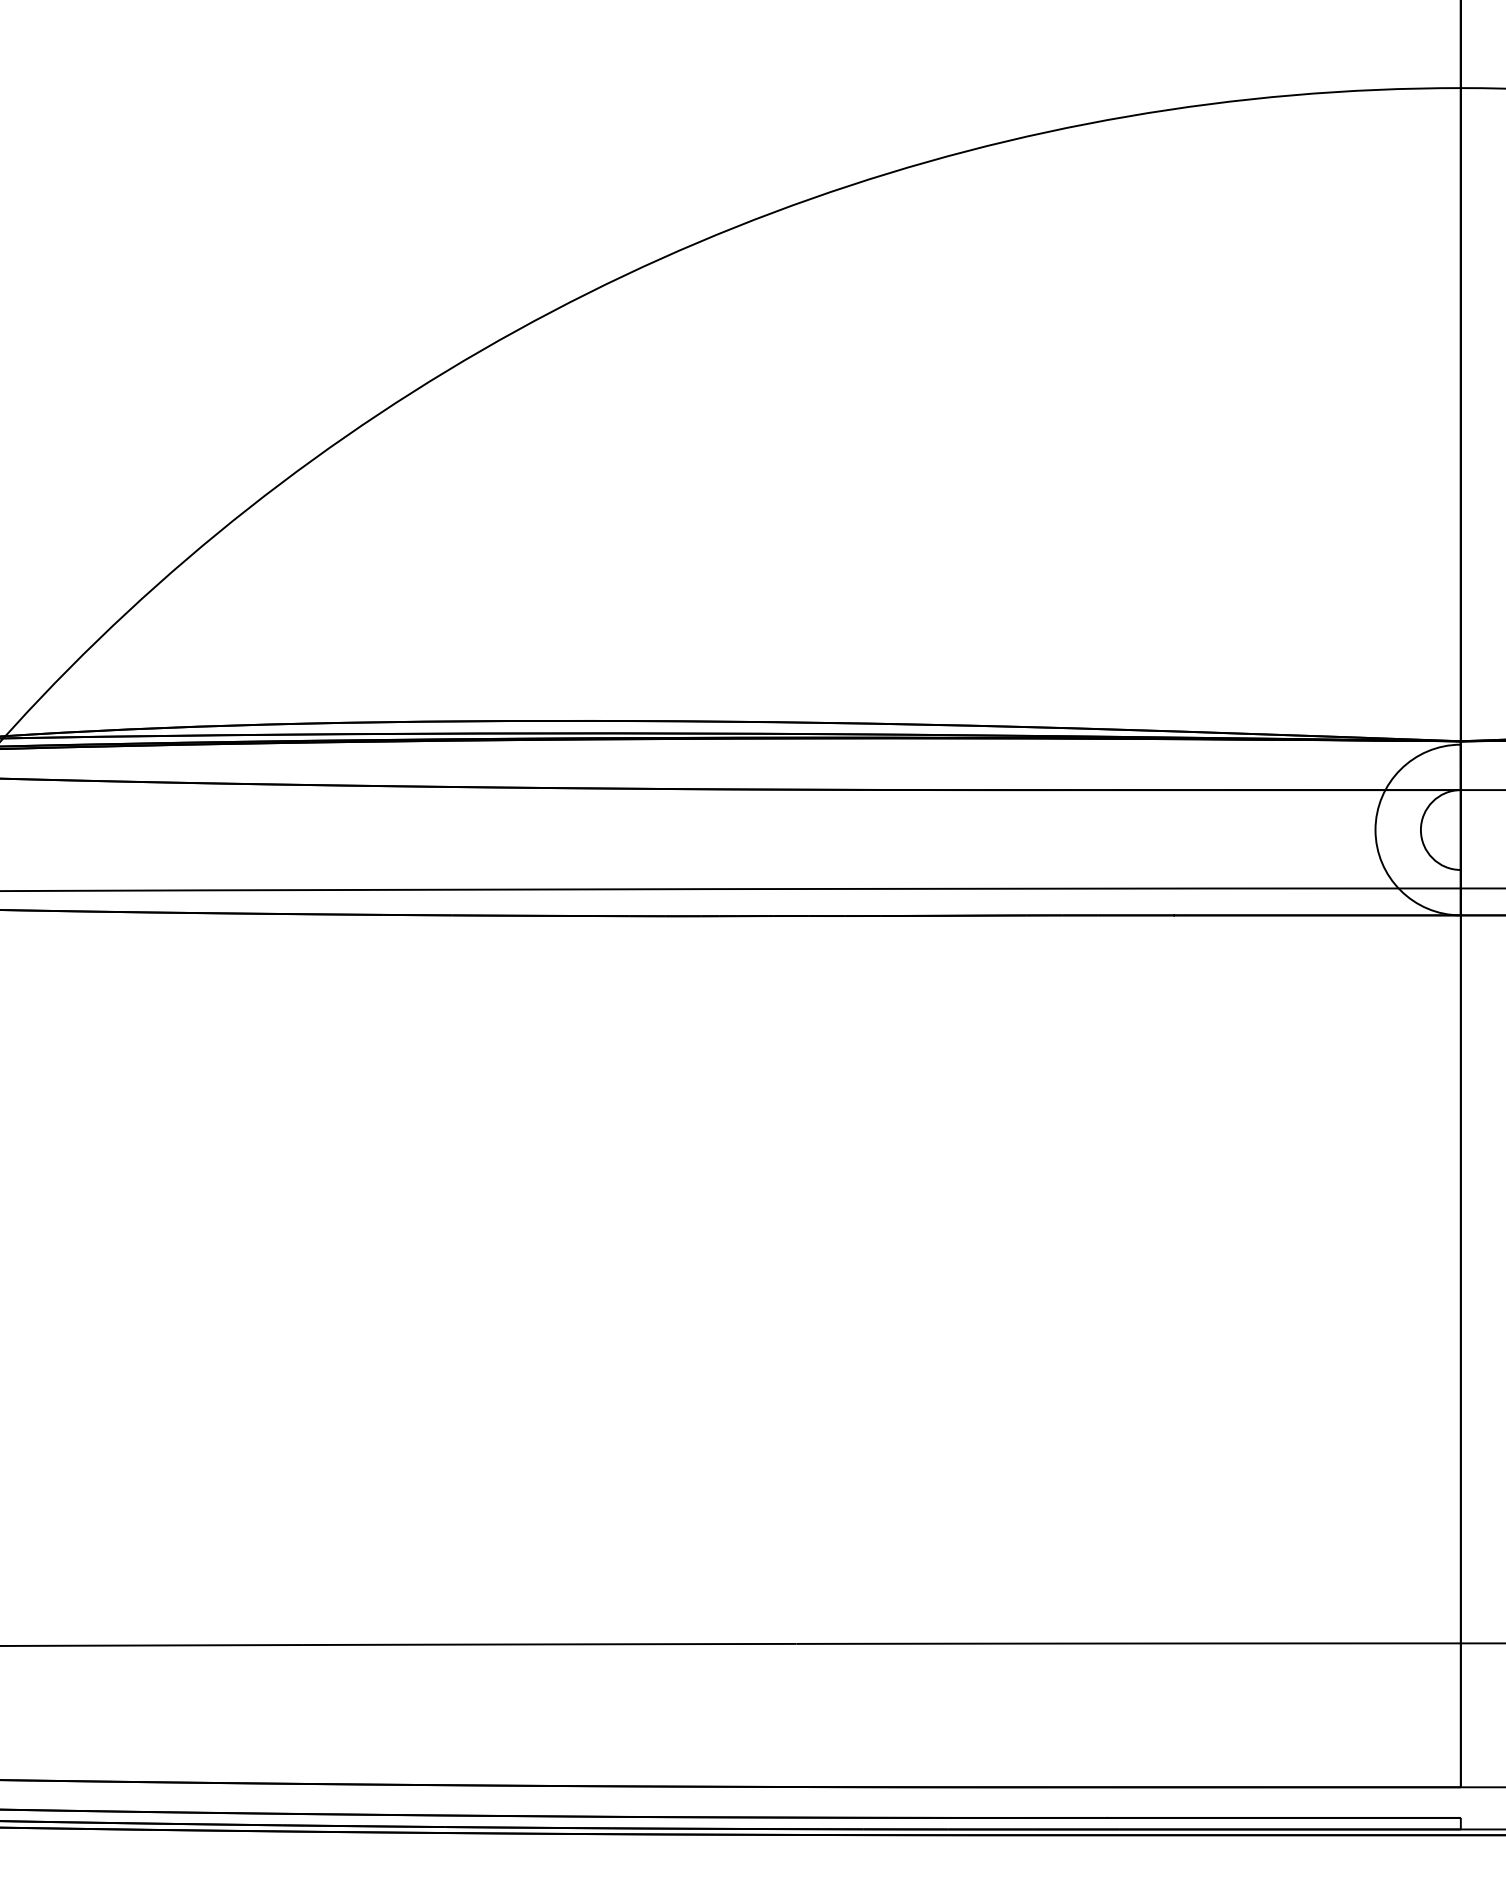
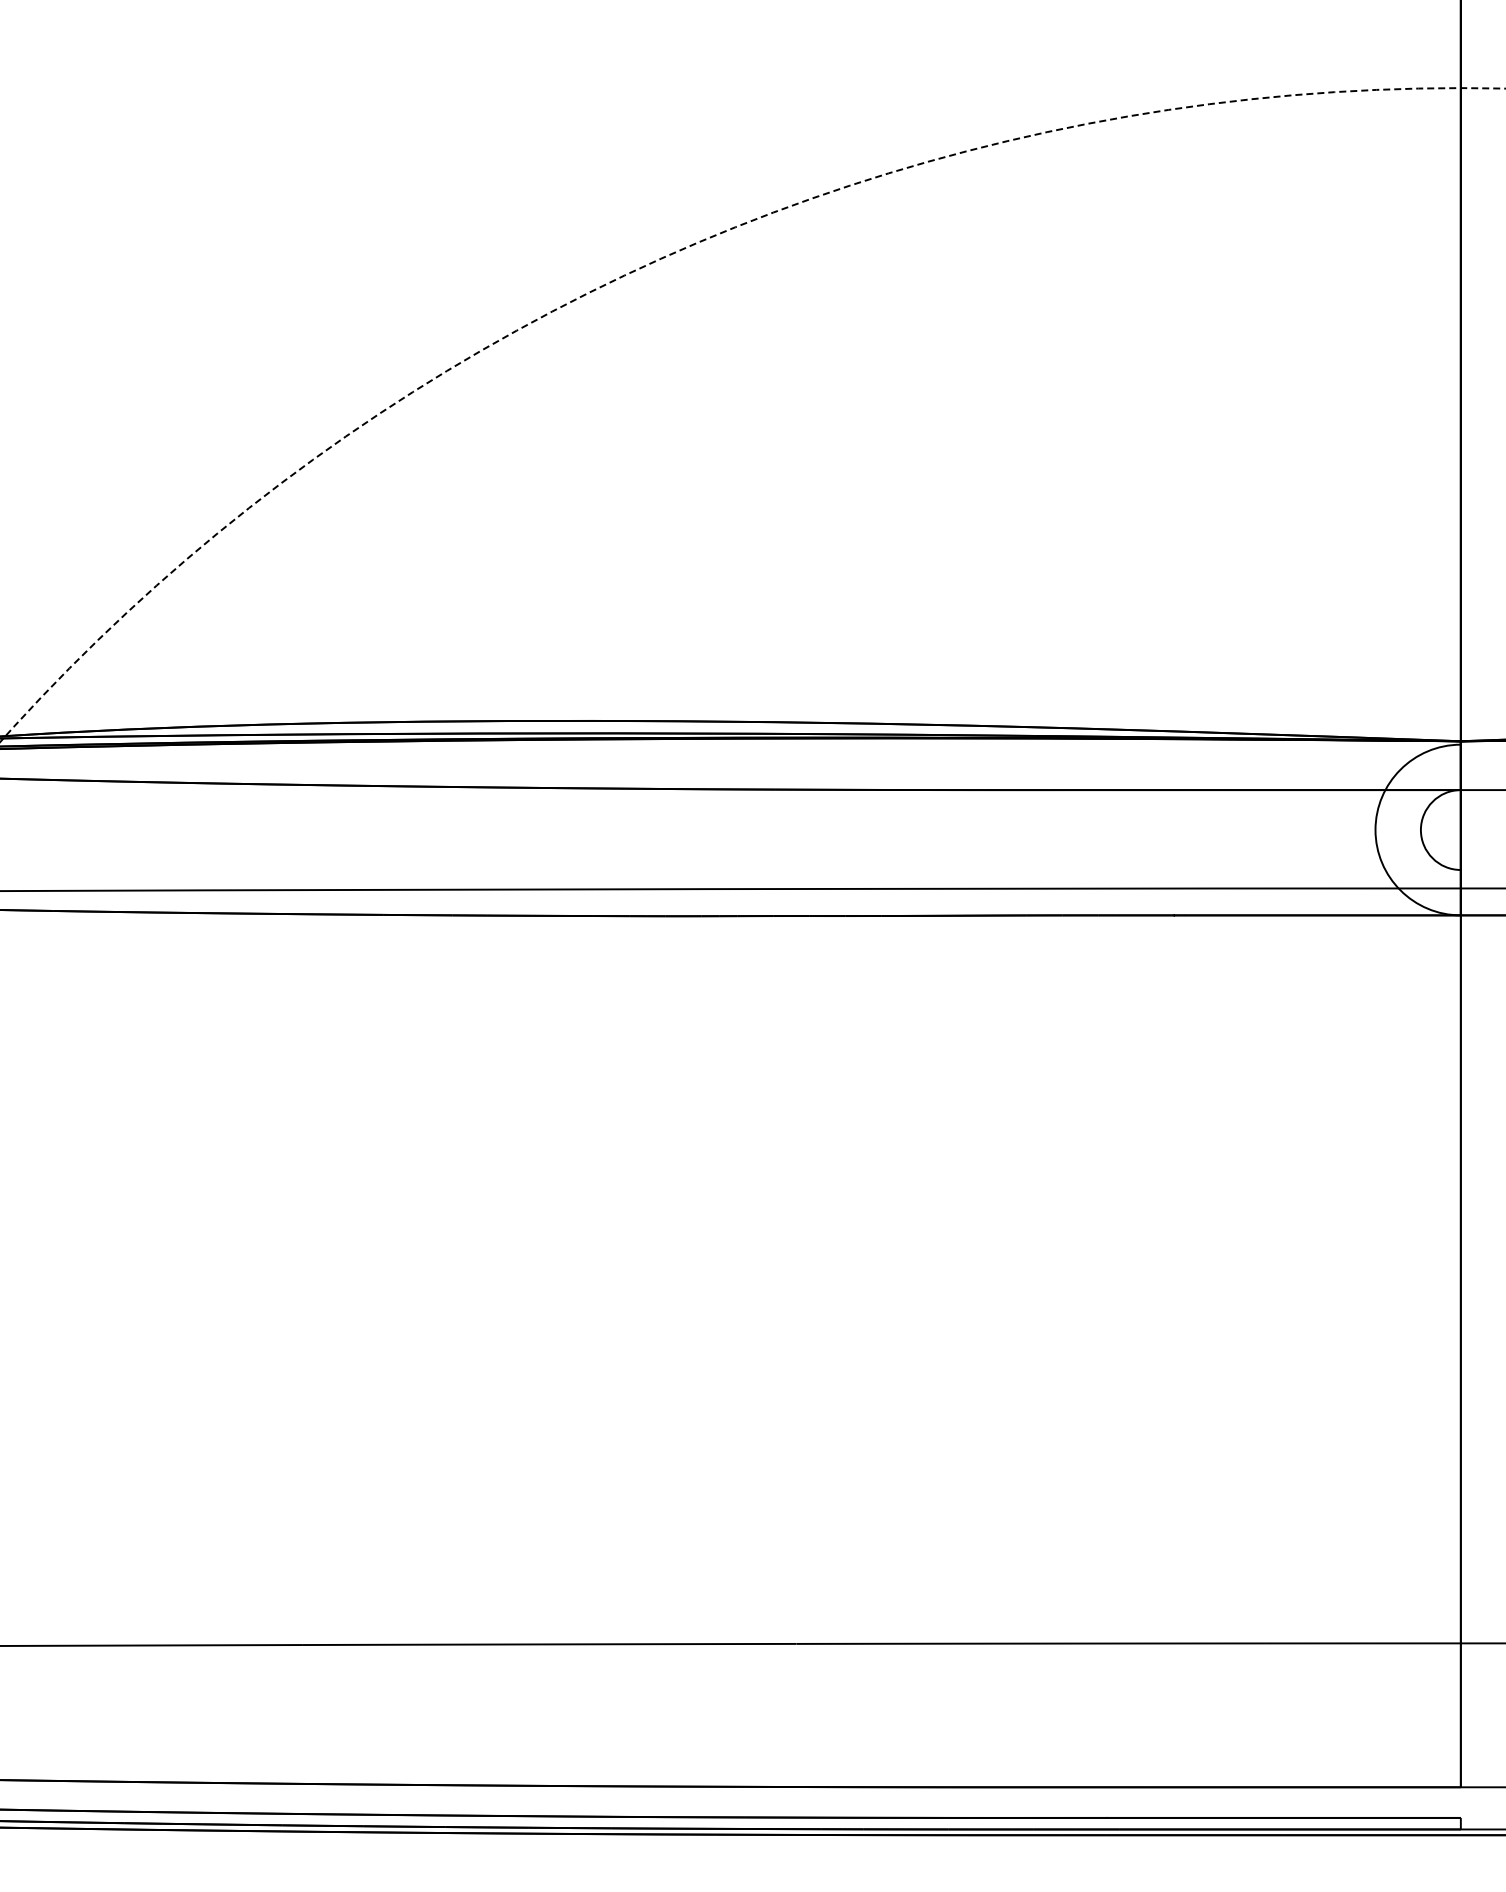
arc at (678, 251): solid -> dashed
